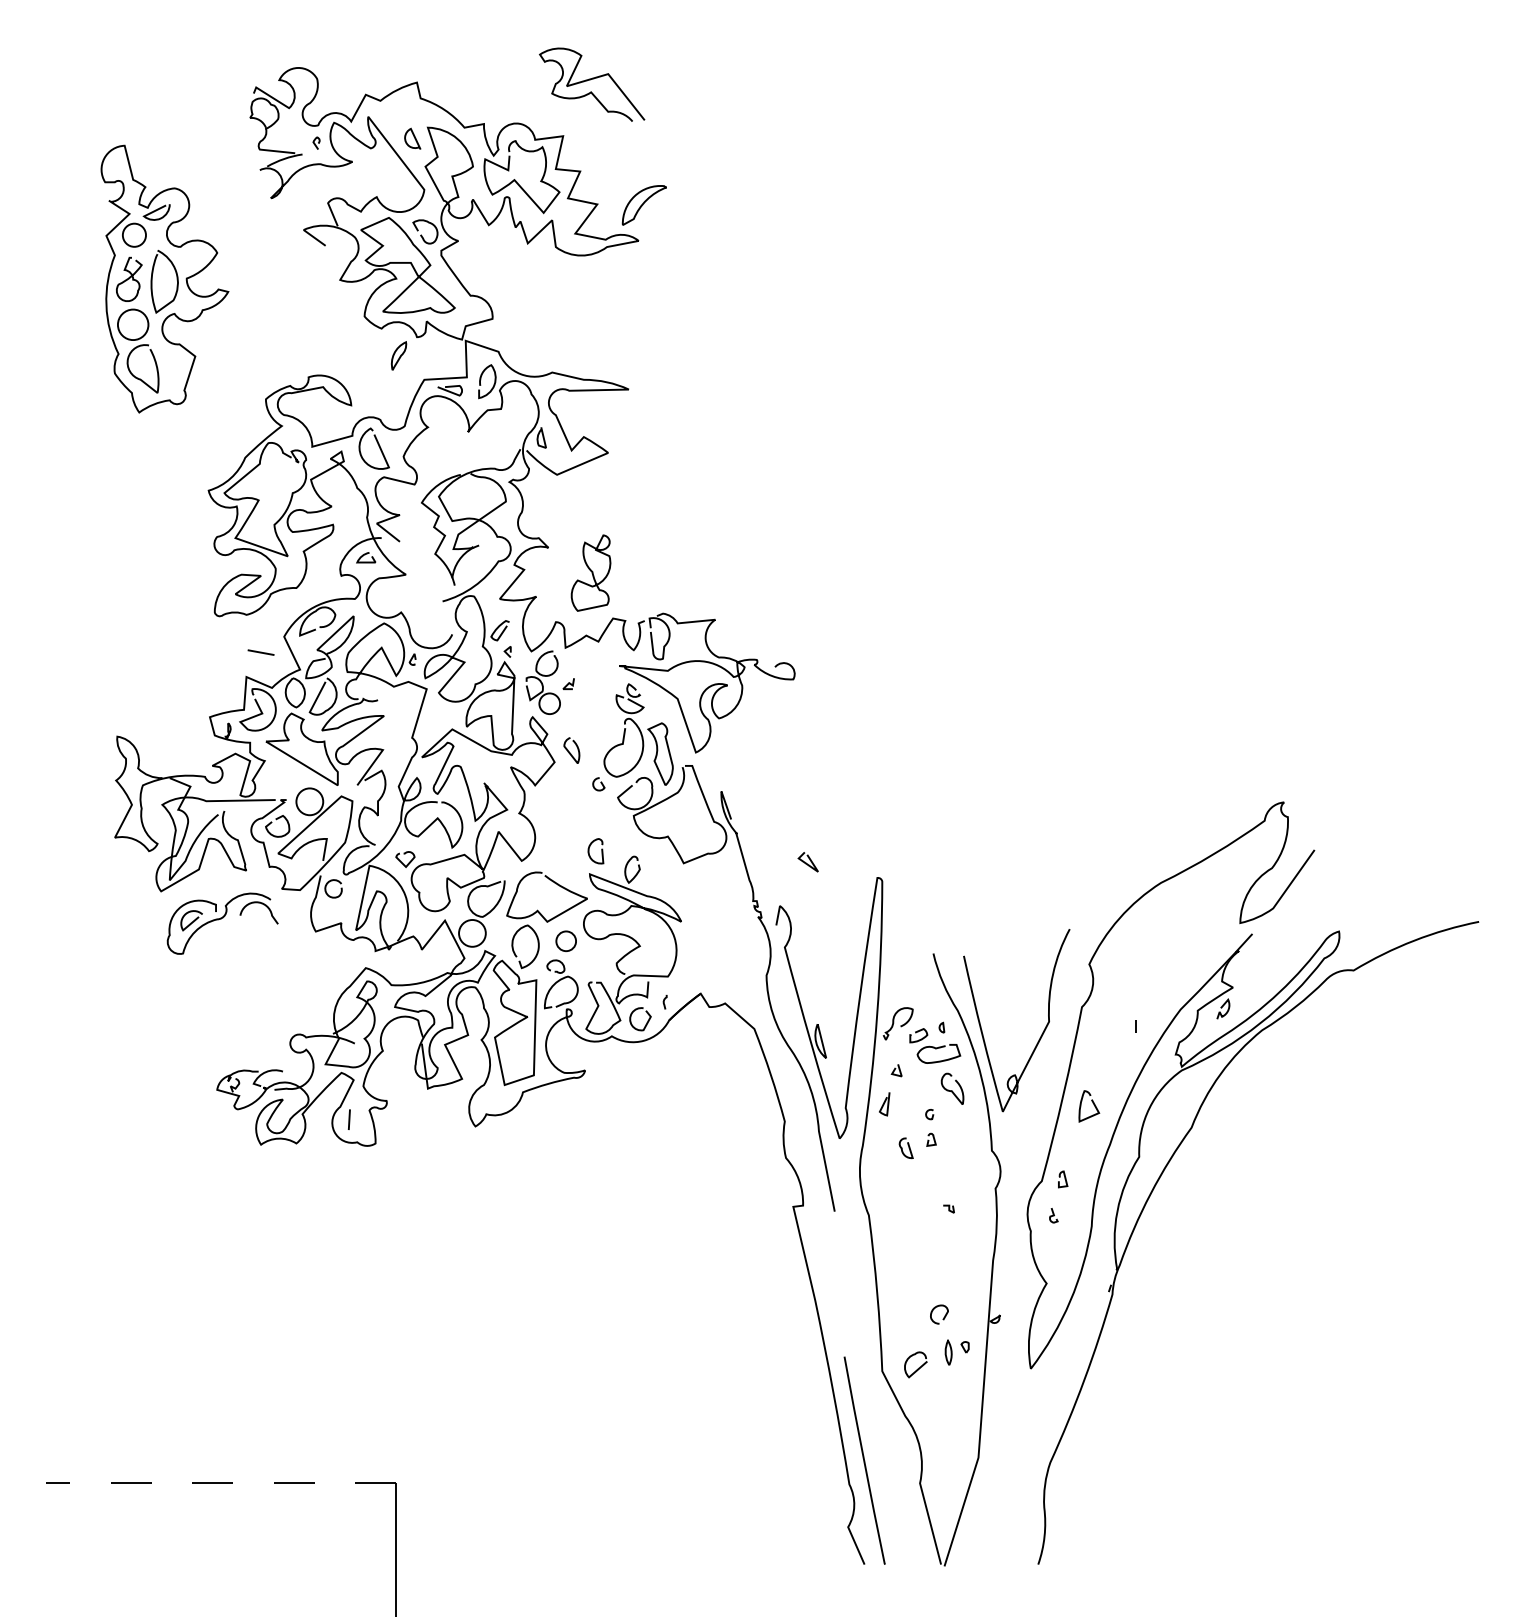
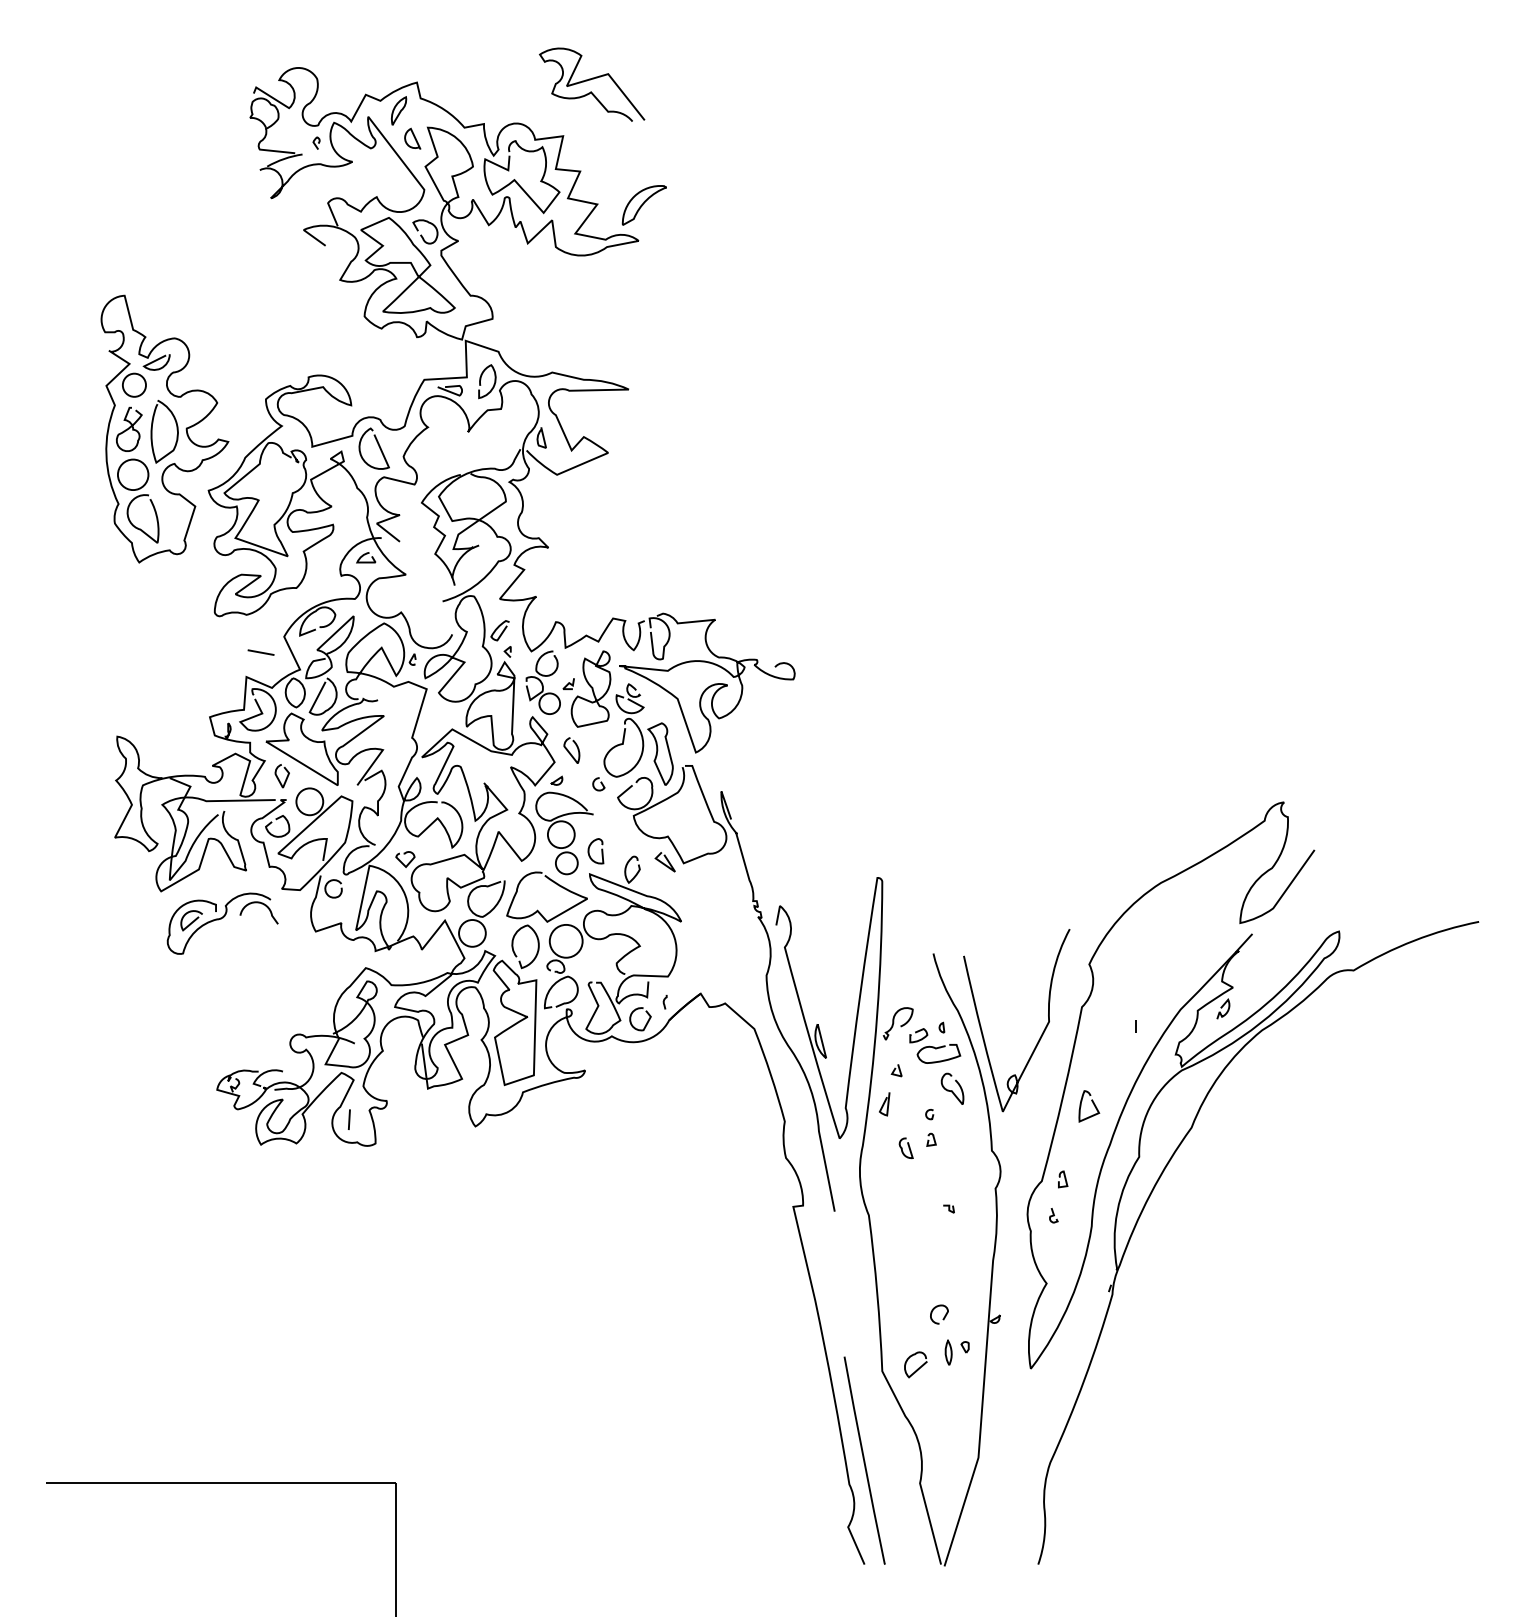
part at (164, 278) position: (164, 278) -> (164, 428)
part at (399, 355) position: (399, 355) -> (399, 110)
part at (590, 572) position: (590, 572) -> (590, 688)
curve at (278, 777): none -> present
part at (564, 825): none -> present
line at (806, 862) position: (806, 862) -> (663, 862)
circle at (566, 941) diameter: 20 px -> 33 px
line at (220, 1483): dashed -> solid
